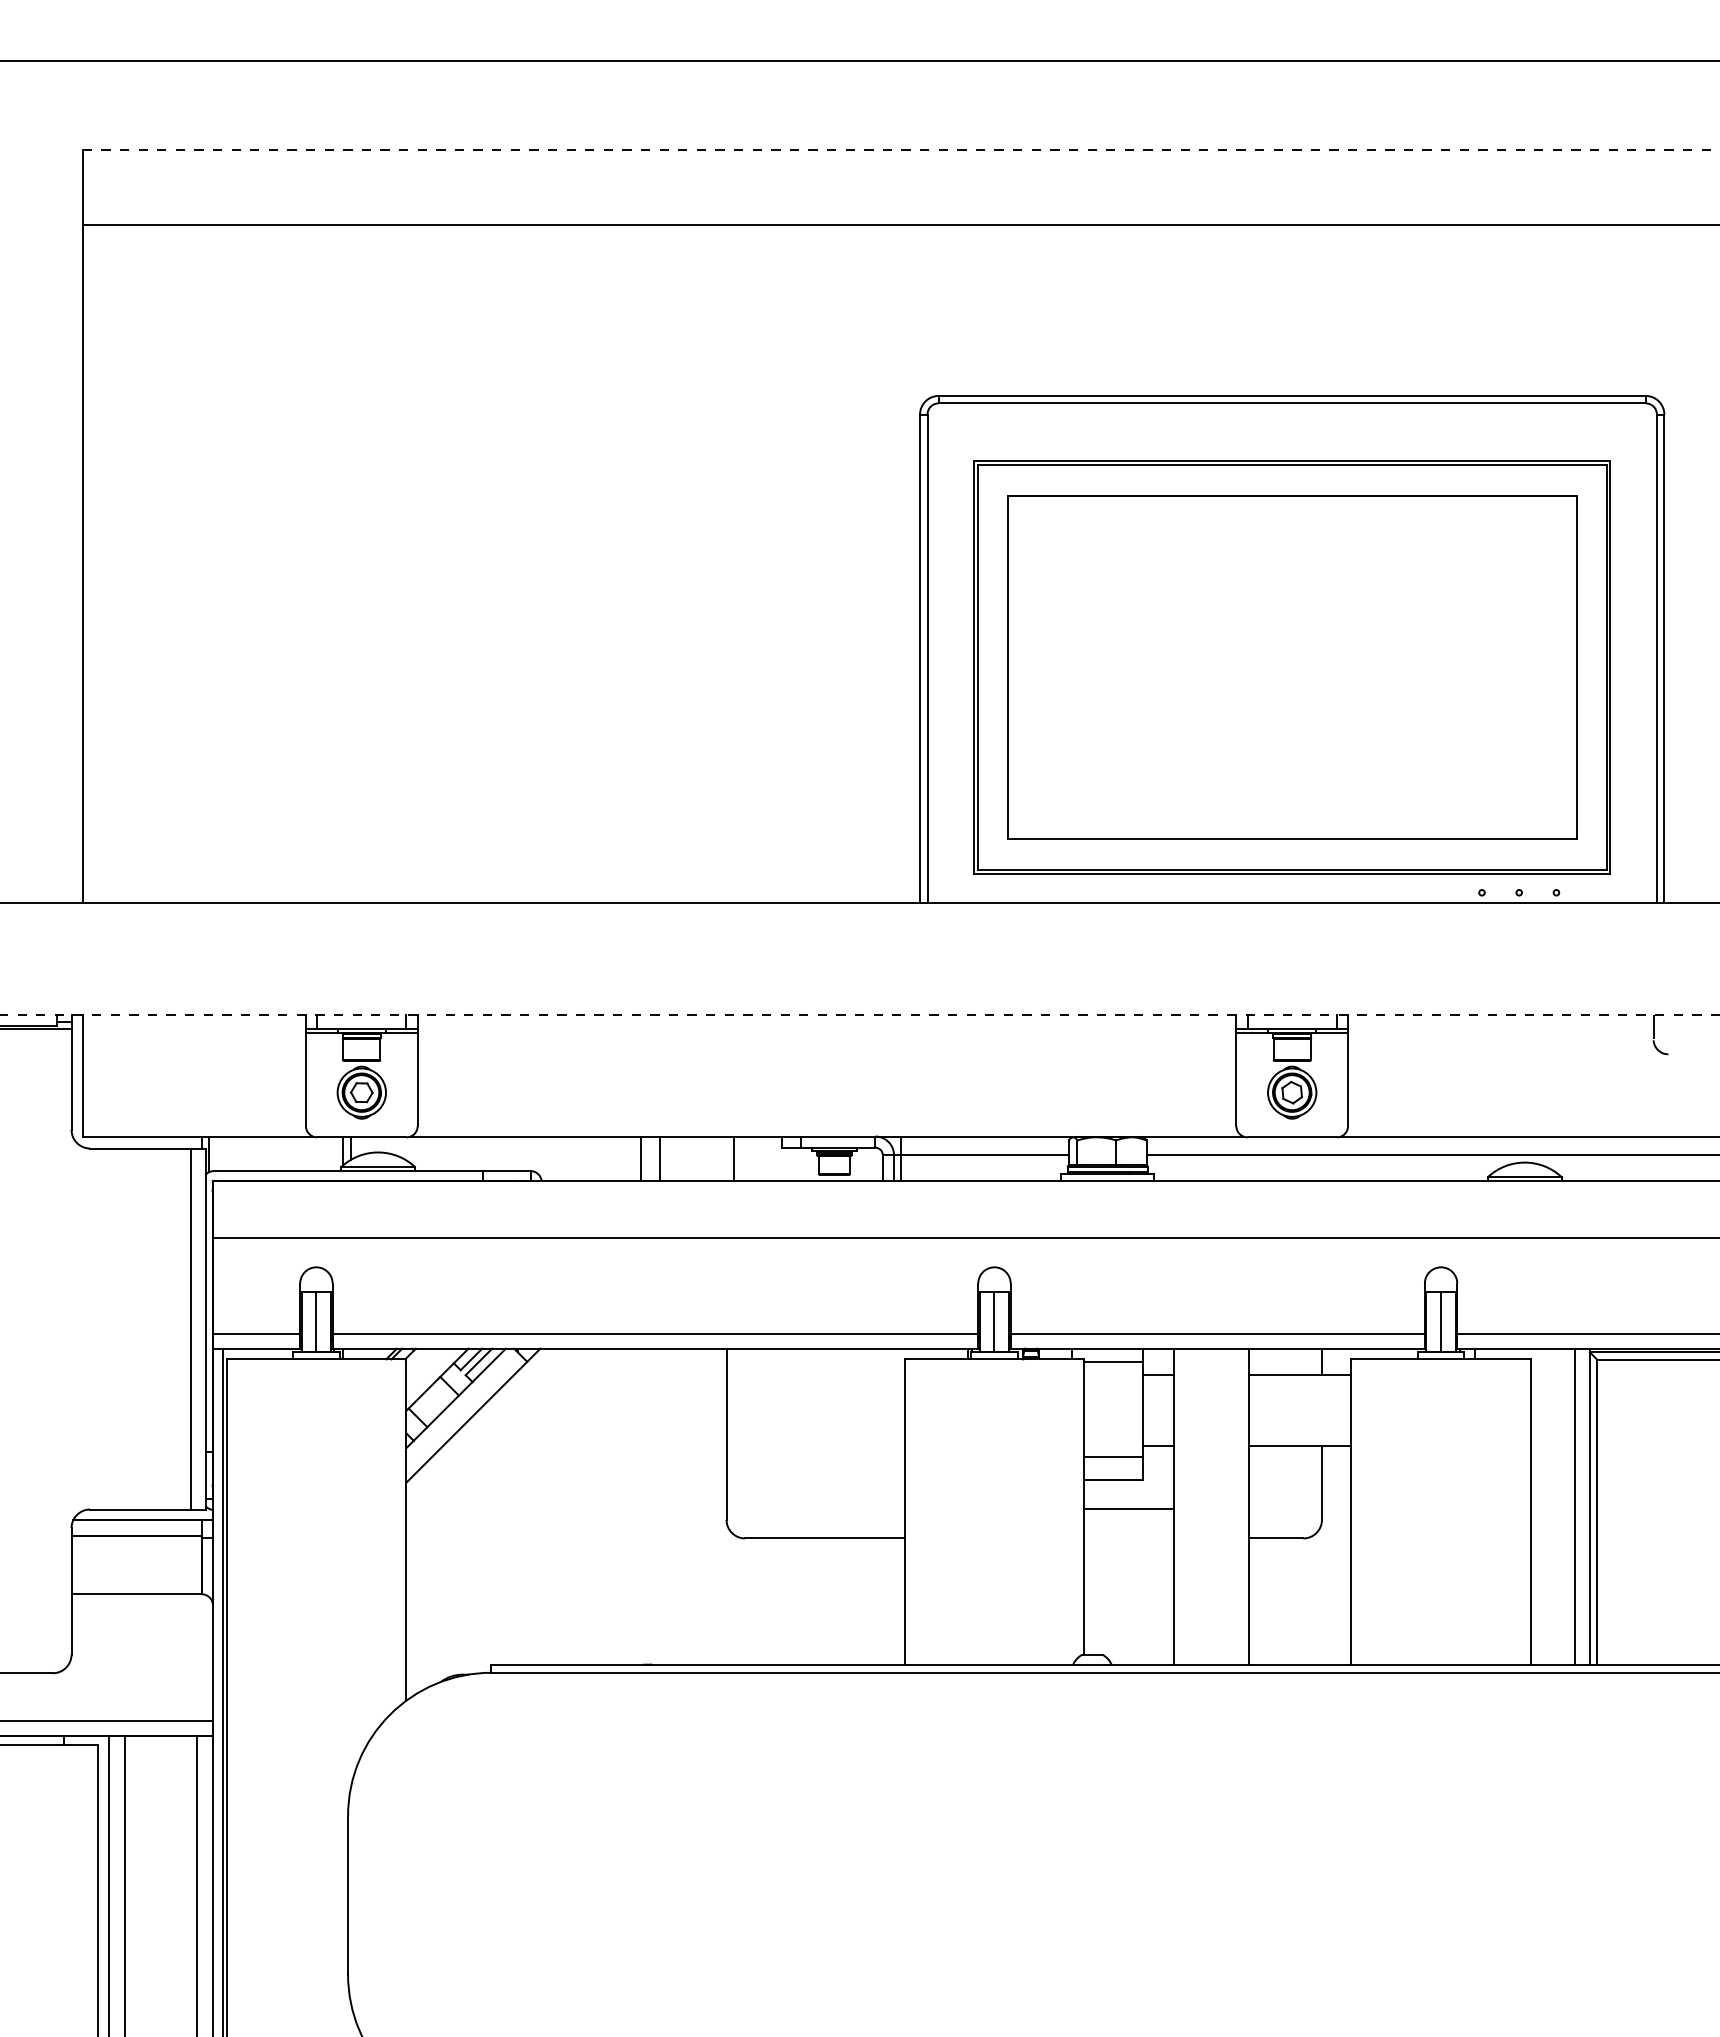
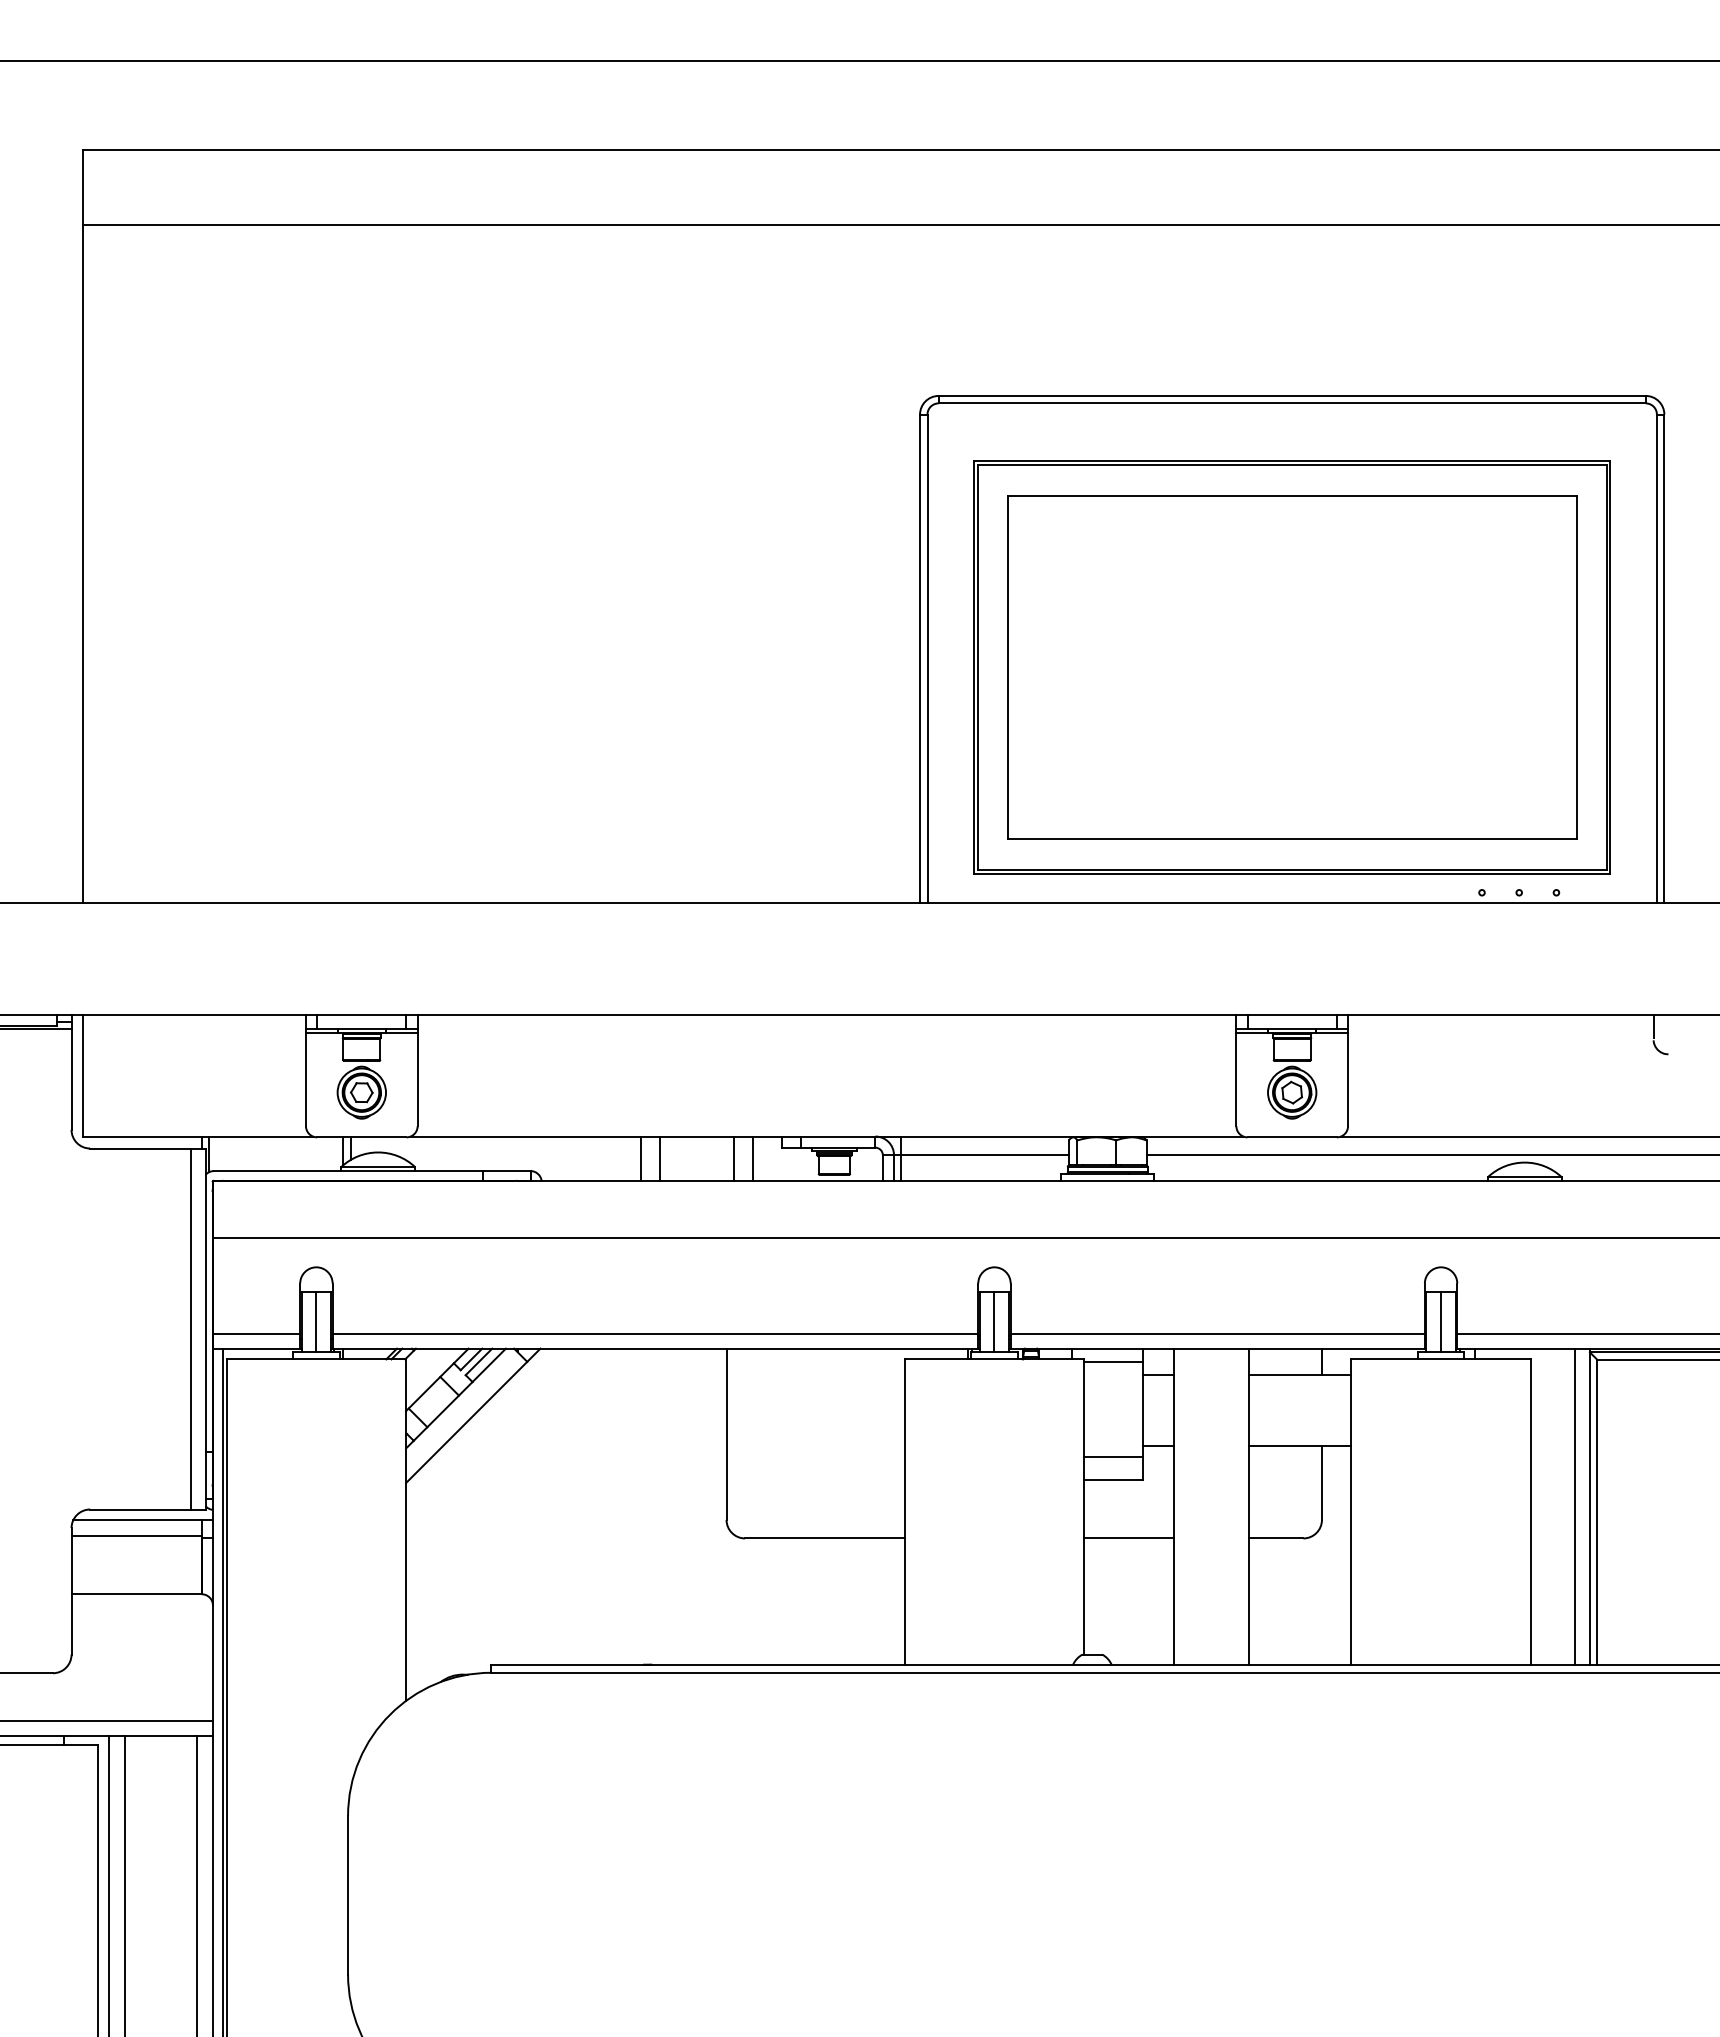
line at (901, 150): dashed -> solid
line at (860, 1014): dashed -> solid
line at (752, 1158): none -> present
line at (1129, 1509) position: (1129, 1509) -> (1129, 1538)
